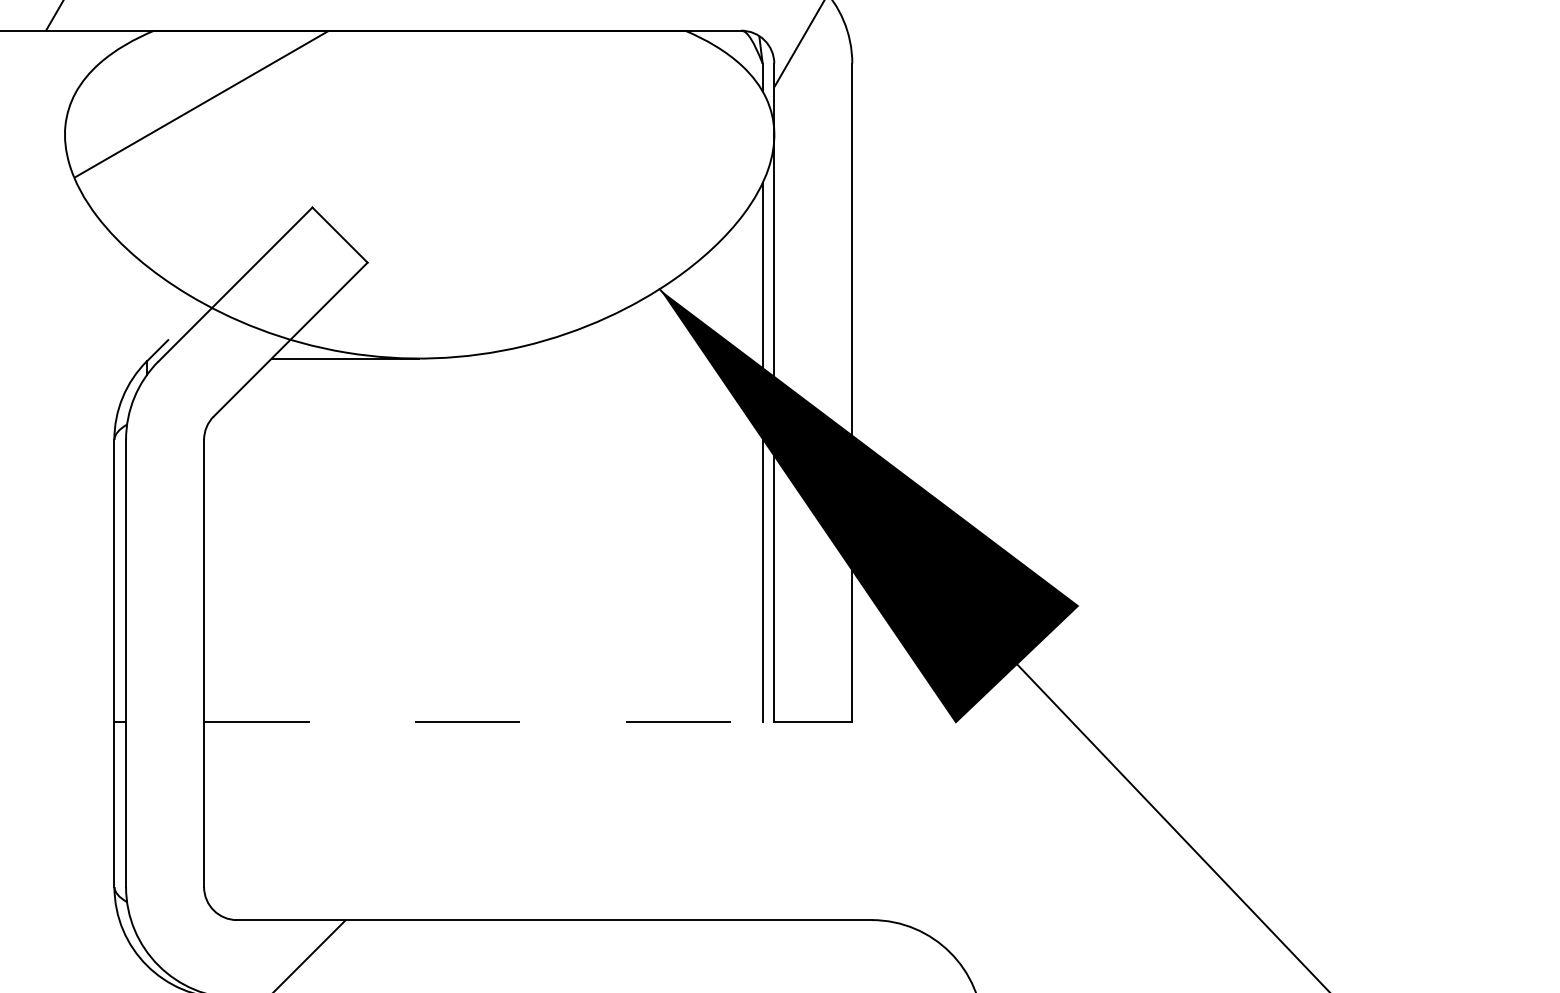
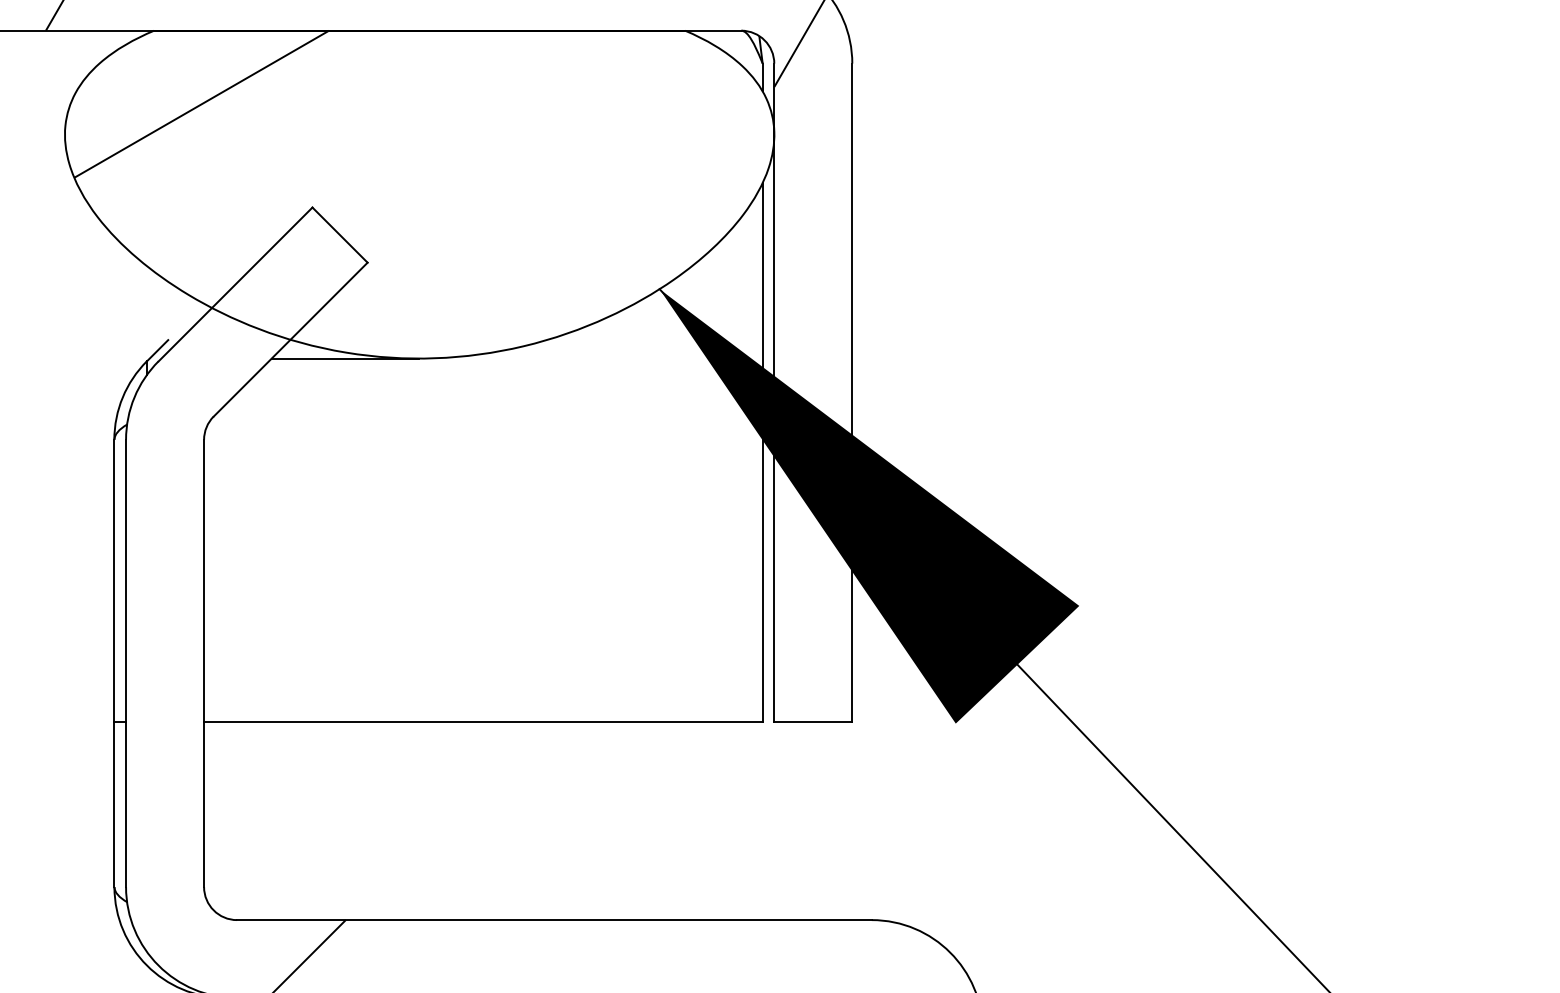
line at (483, 722): dashed -> solid
